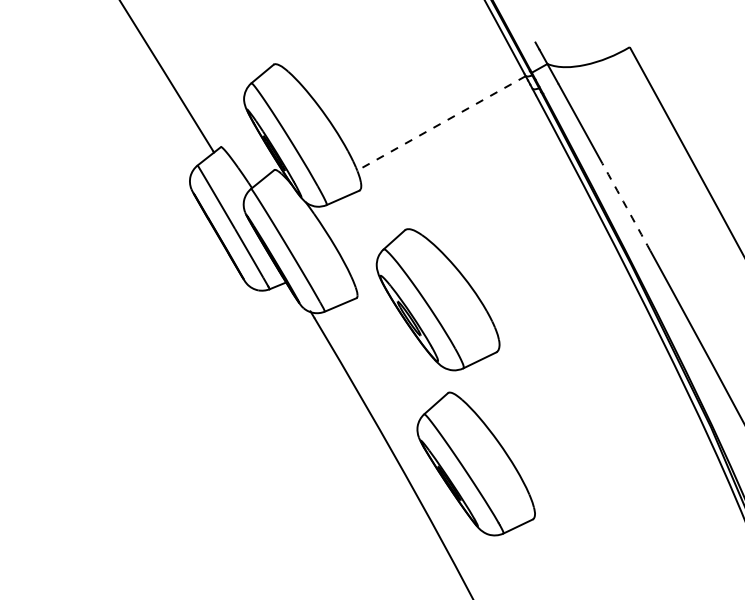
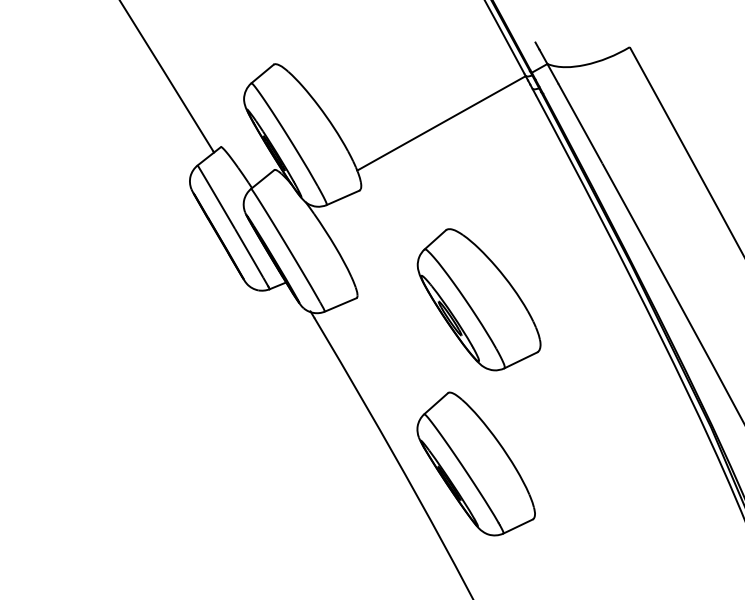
line at (441, 123): dashed -> solid
arc at (626, 207): dashed -> solid
part at (437, 299) position: (437, 299) -> (478, 299)
